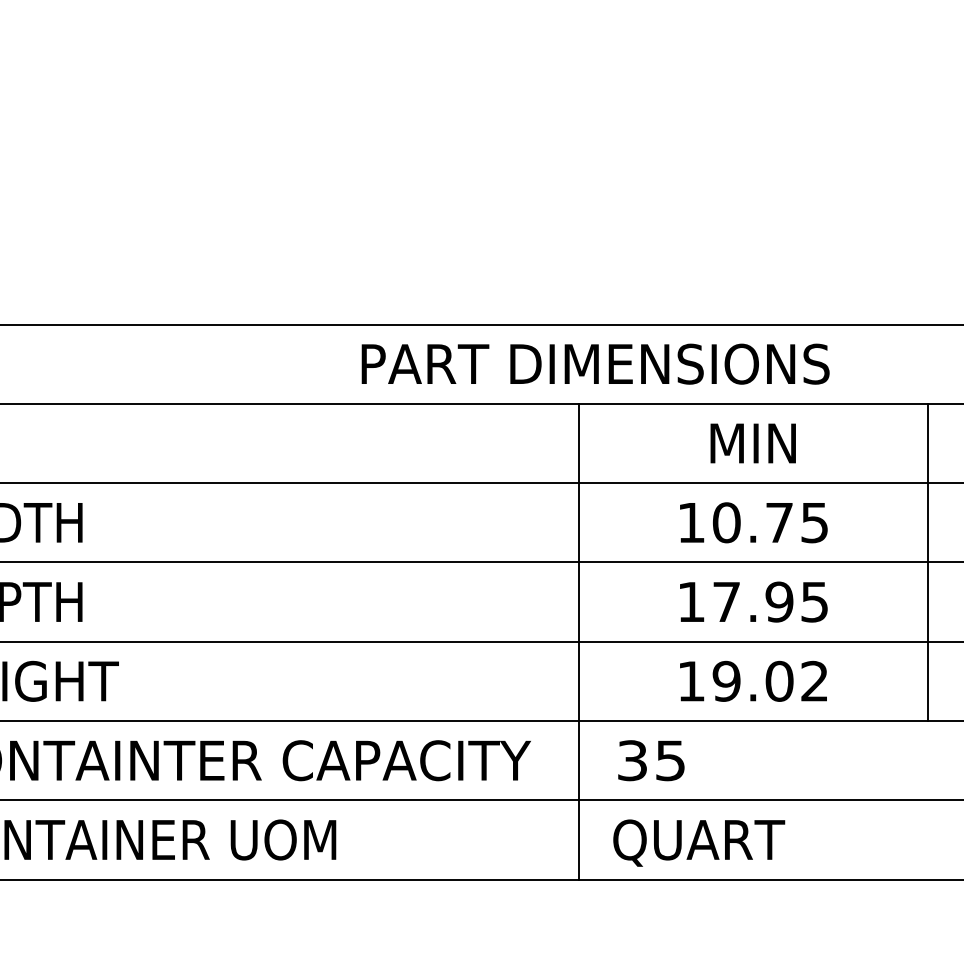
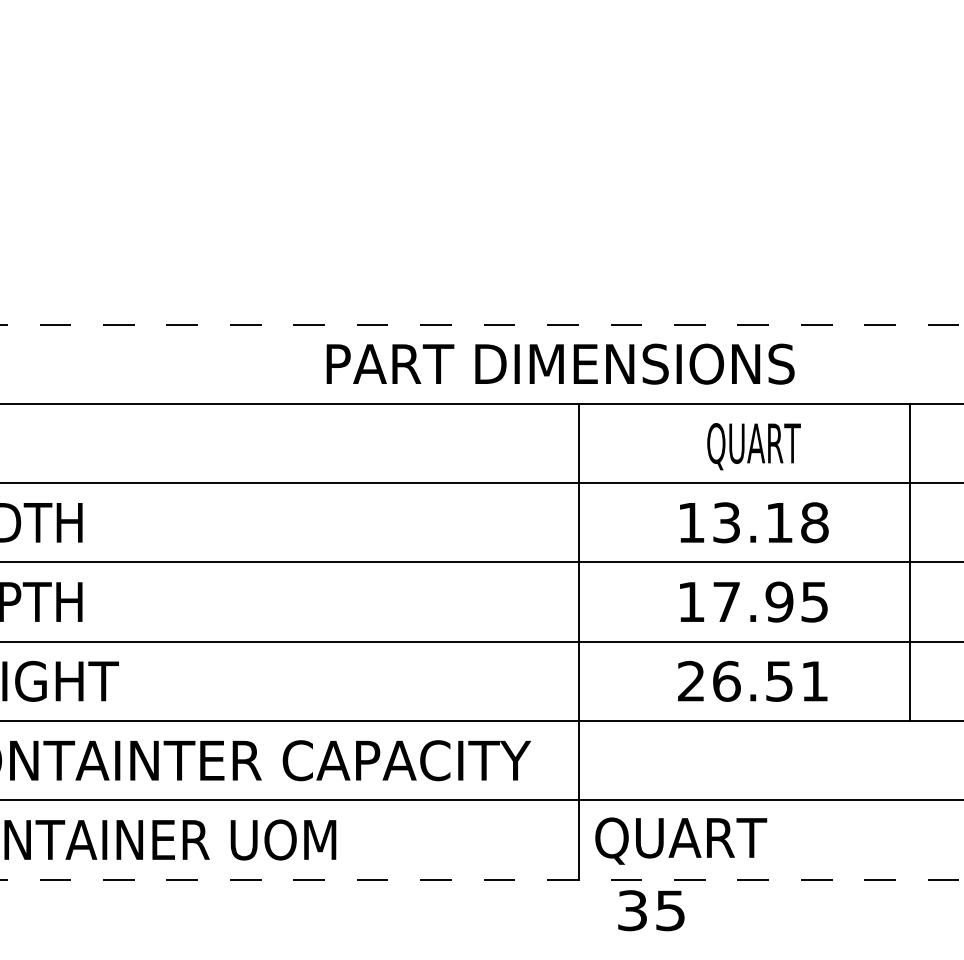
line at (482, 324): solid -> dashed
text at (595, 363) position: (595, 363) -> (560, 363)
text at (753, 446): MIN -> QUART
text at (770, 522): 10.75 -> 13.18
line at (927, 562) position: (927, 562) -> (909, 562)
text at (752, 680): 19.02 -> 26.51
text at (651, 760) position: (651, 760) -> (651, 910)
text at (699, 842) position: (699, 842) -> (681, 840)
line at (482, 879): solid -> dashed
